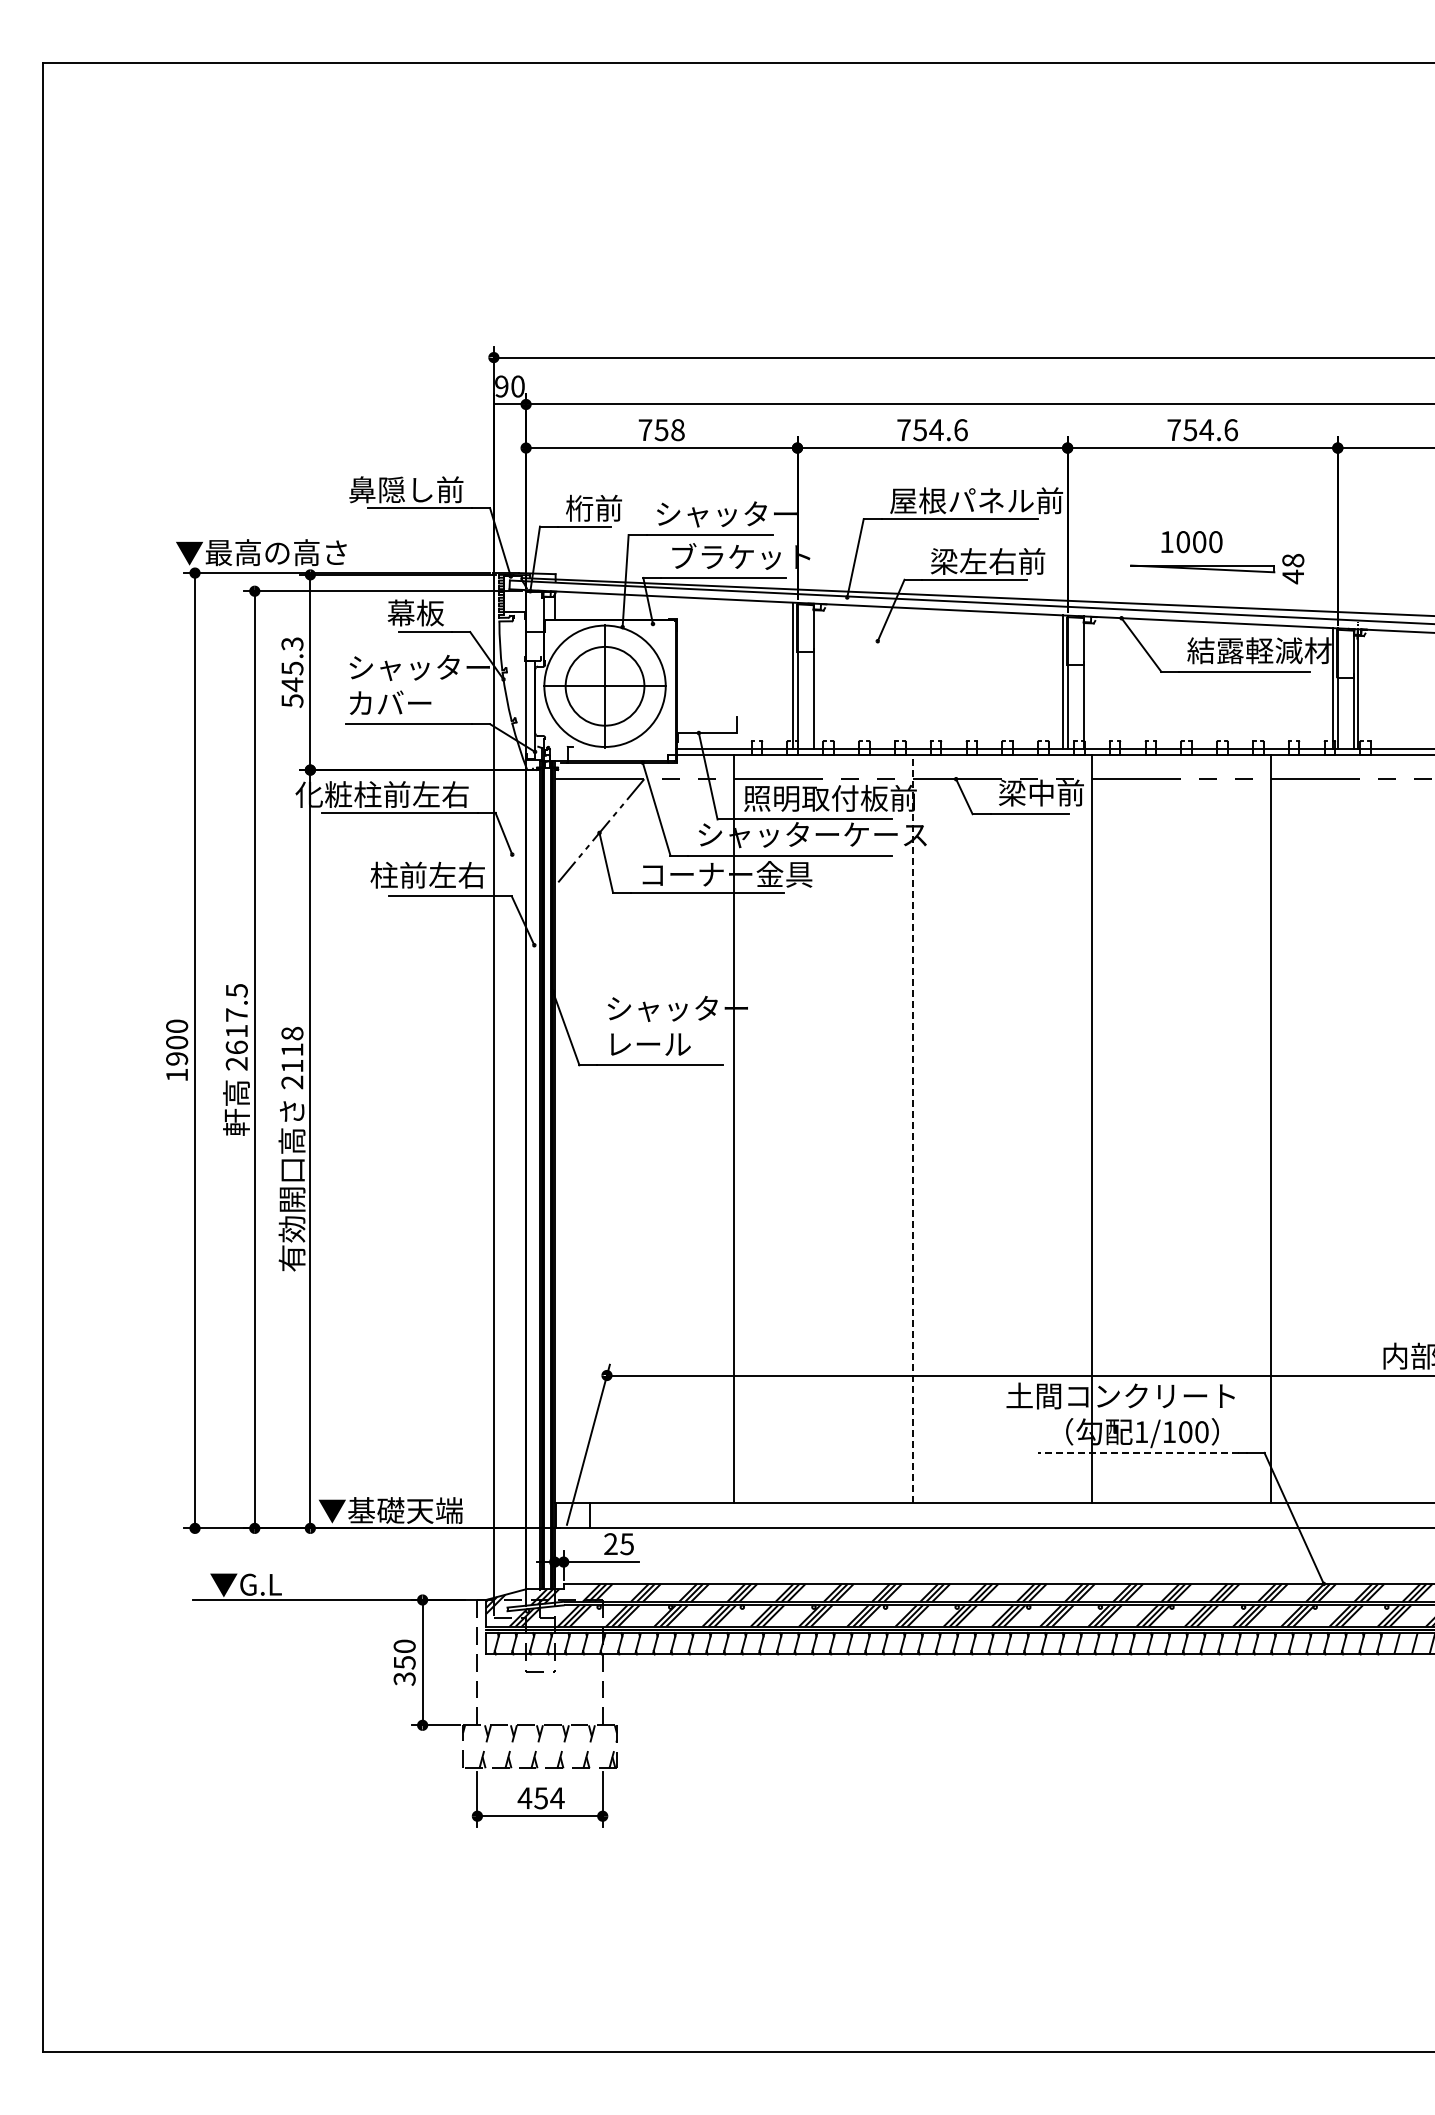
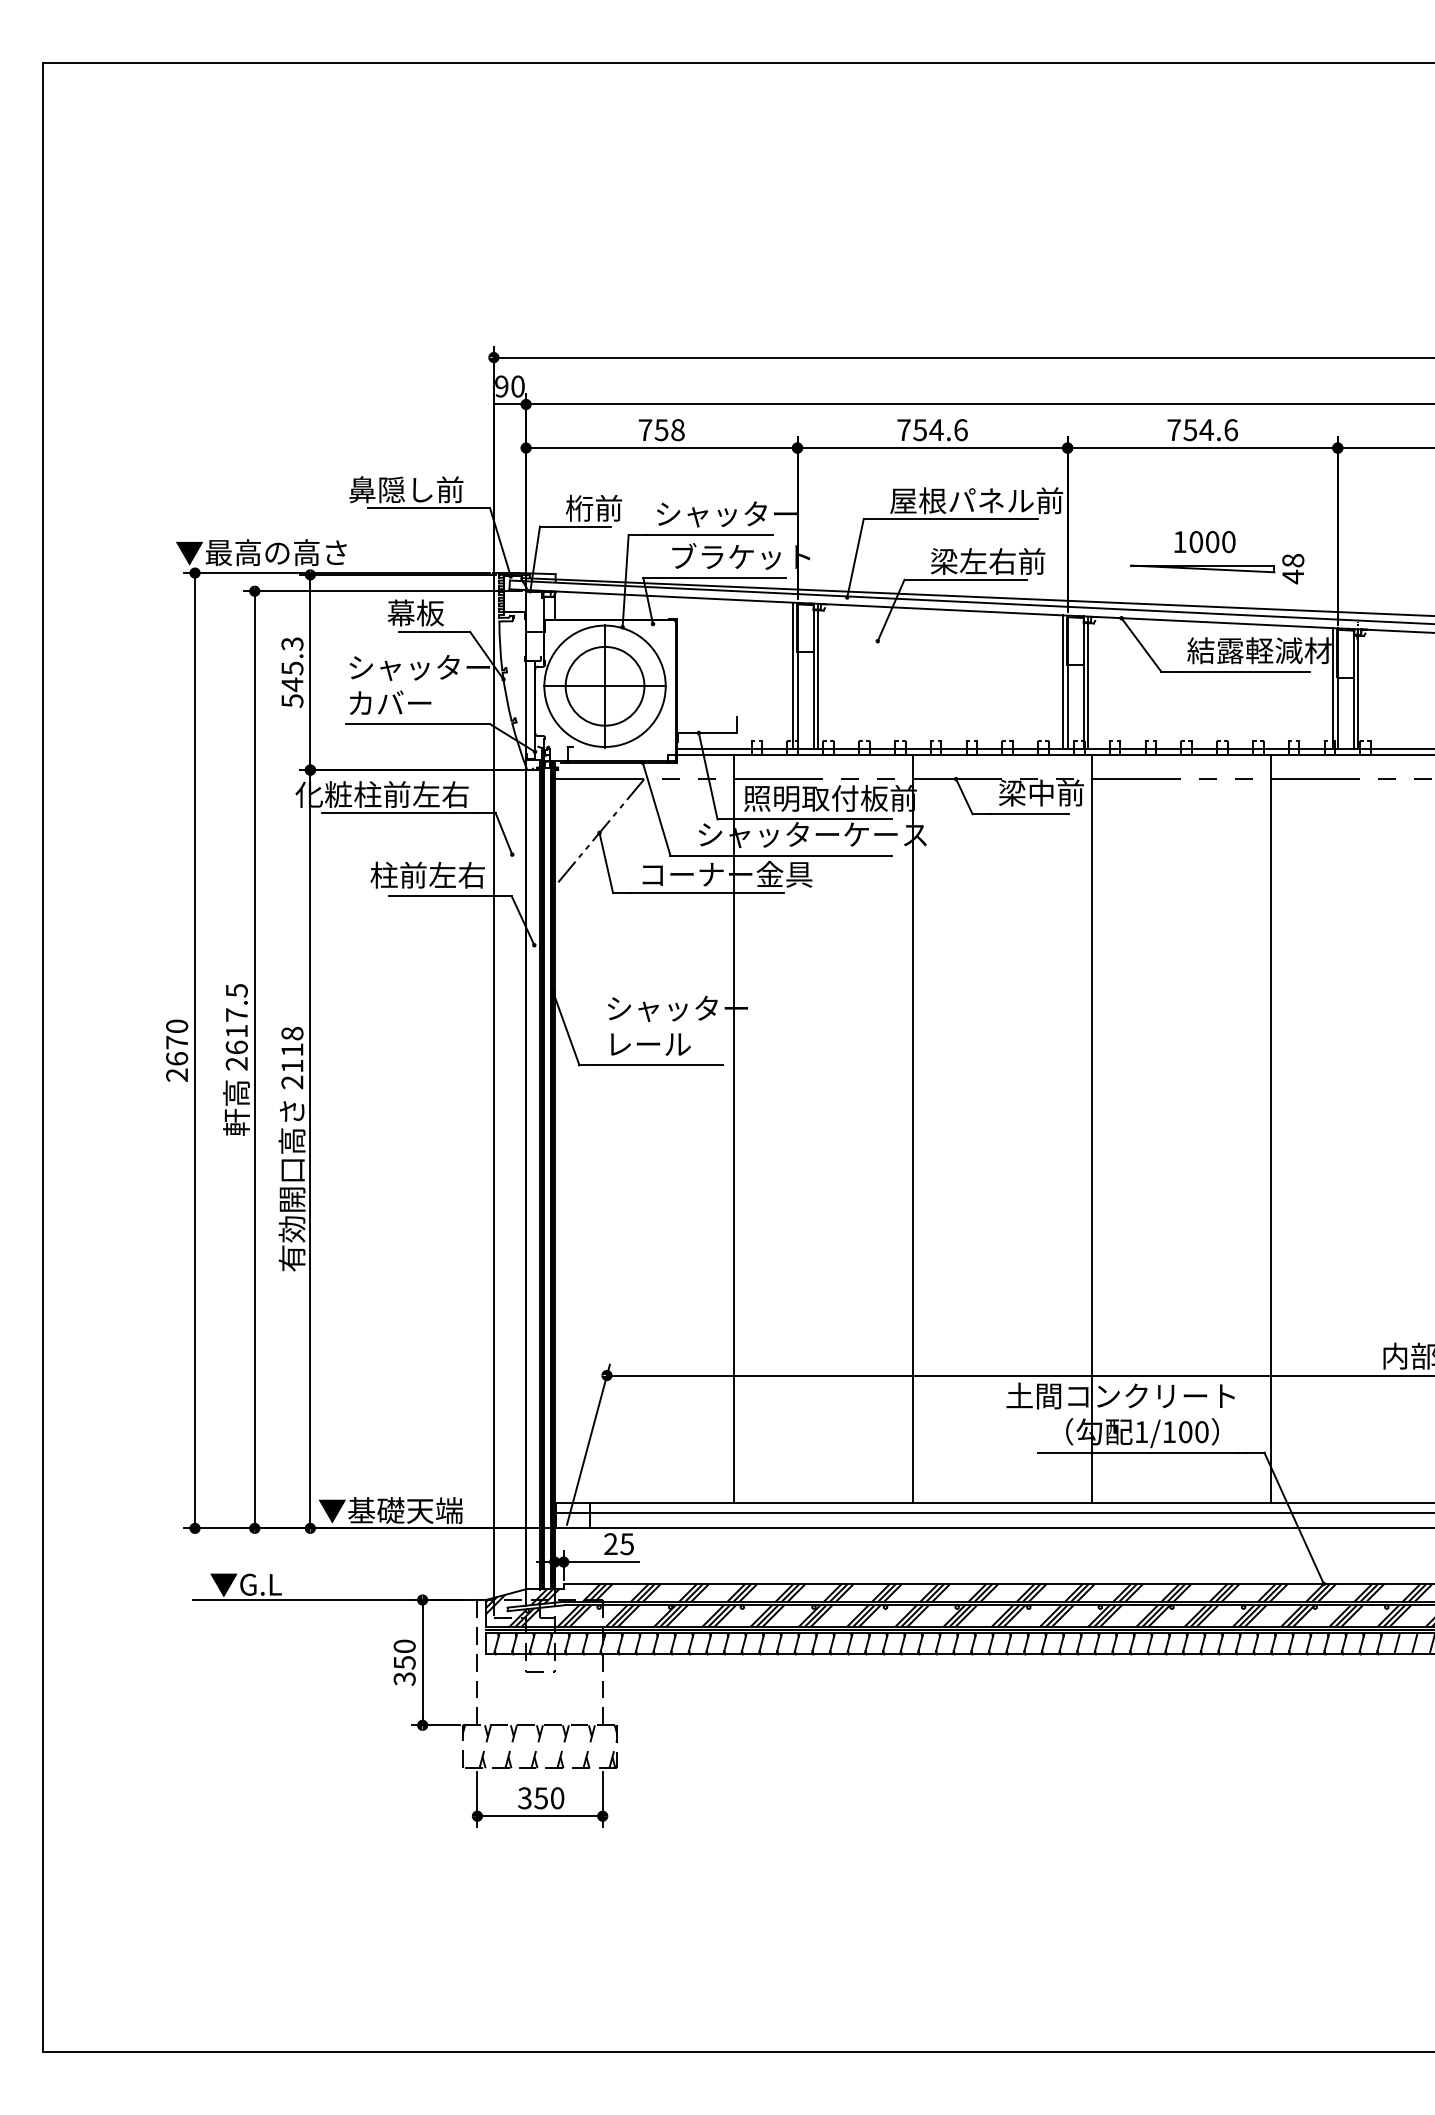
text at (1191, 542) position: (1191, 542) -> (1204, 542)
line at (818, 676): none -> present
line at (1088, 682): none -> present
text at (177, 1058): 1900 -> 2670
line at (912, 1128): dashed -> solid
line at (1138, 1452): dashed -> solid
line at (992, 1513): none -> present
text at (540, 1798): 454 -> 350
